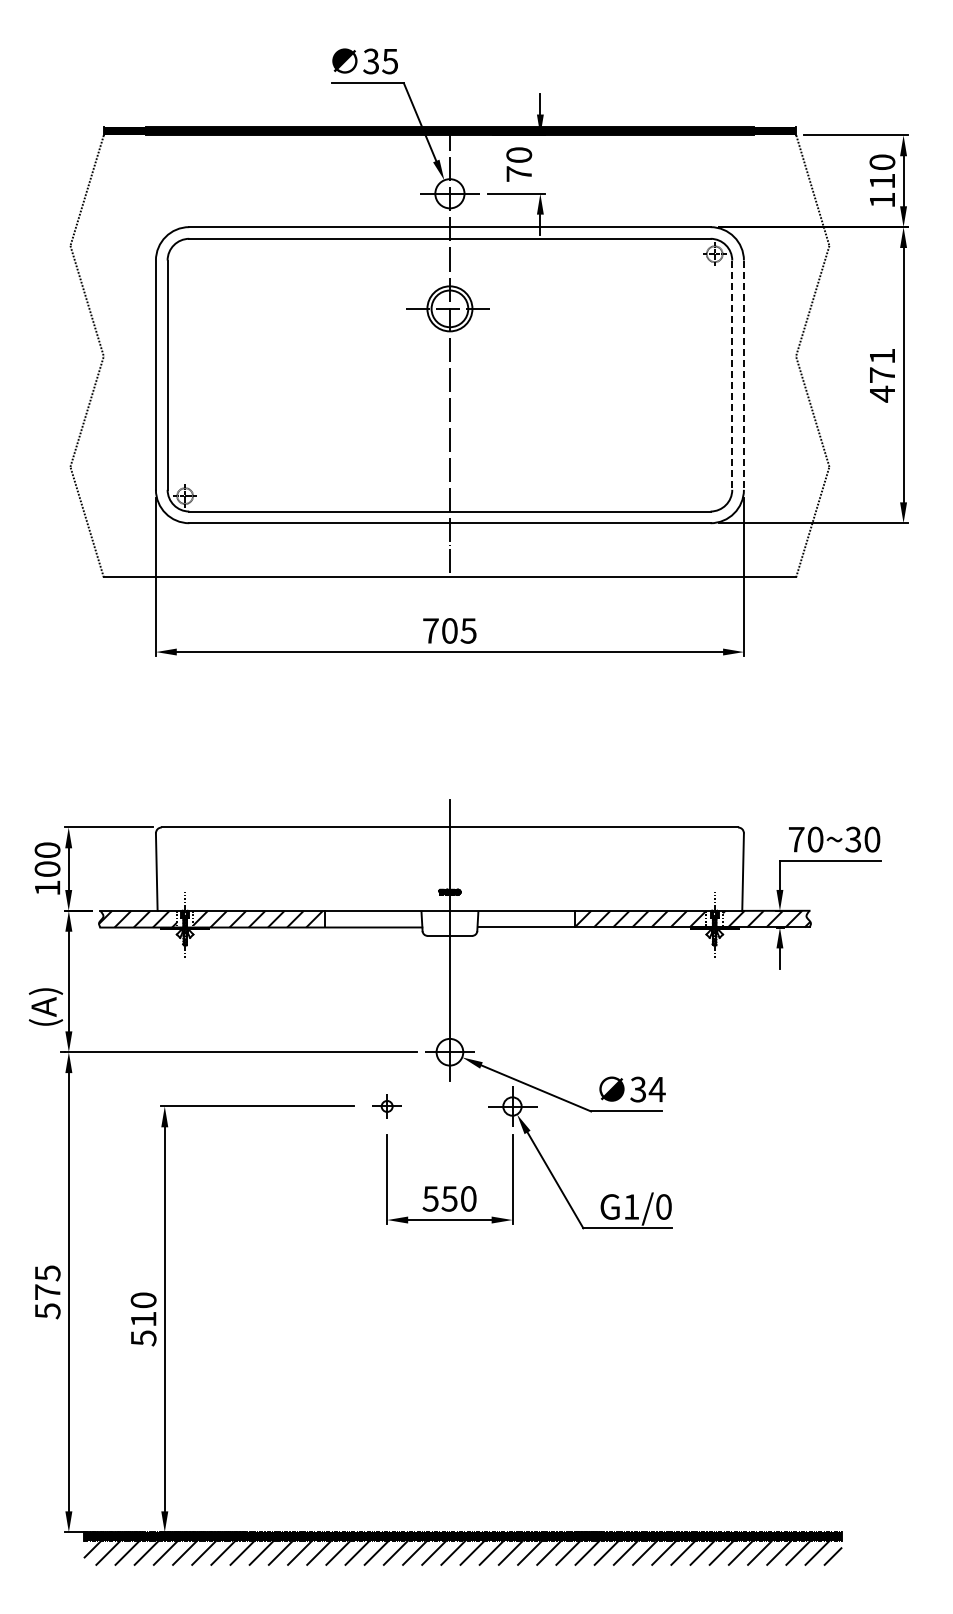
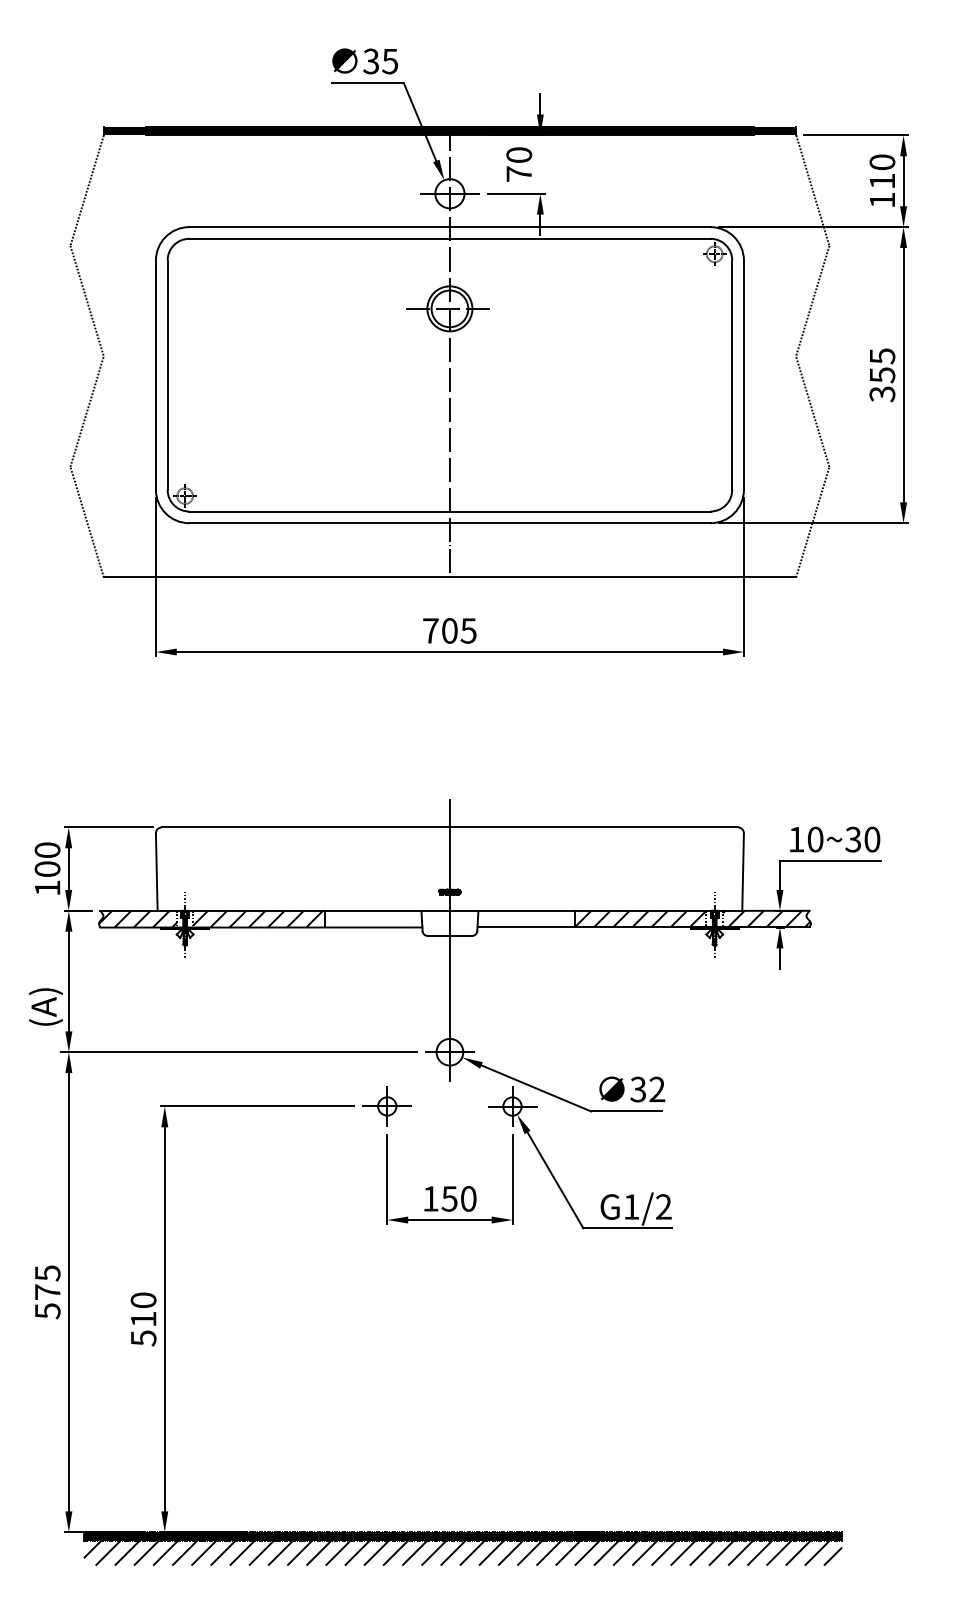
line at (732, 375): dashed -> solid
line at (743, 375): dashed -> solid
text at (882, 375): 471 -> 355
text at (796, 839): 70~30 -> 10~30
text at (656, 1089): 34 -> 32
part at (386, 1106) size: 30x25 px -> 50x41 px
text at (430, 1198): 550 -> 150
text at (663, 1206): G1/0 -> G1/2
